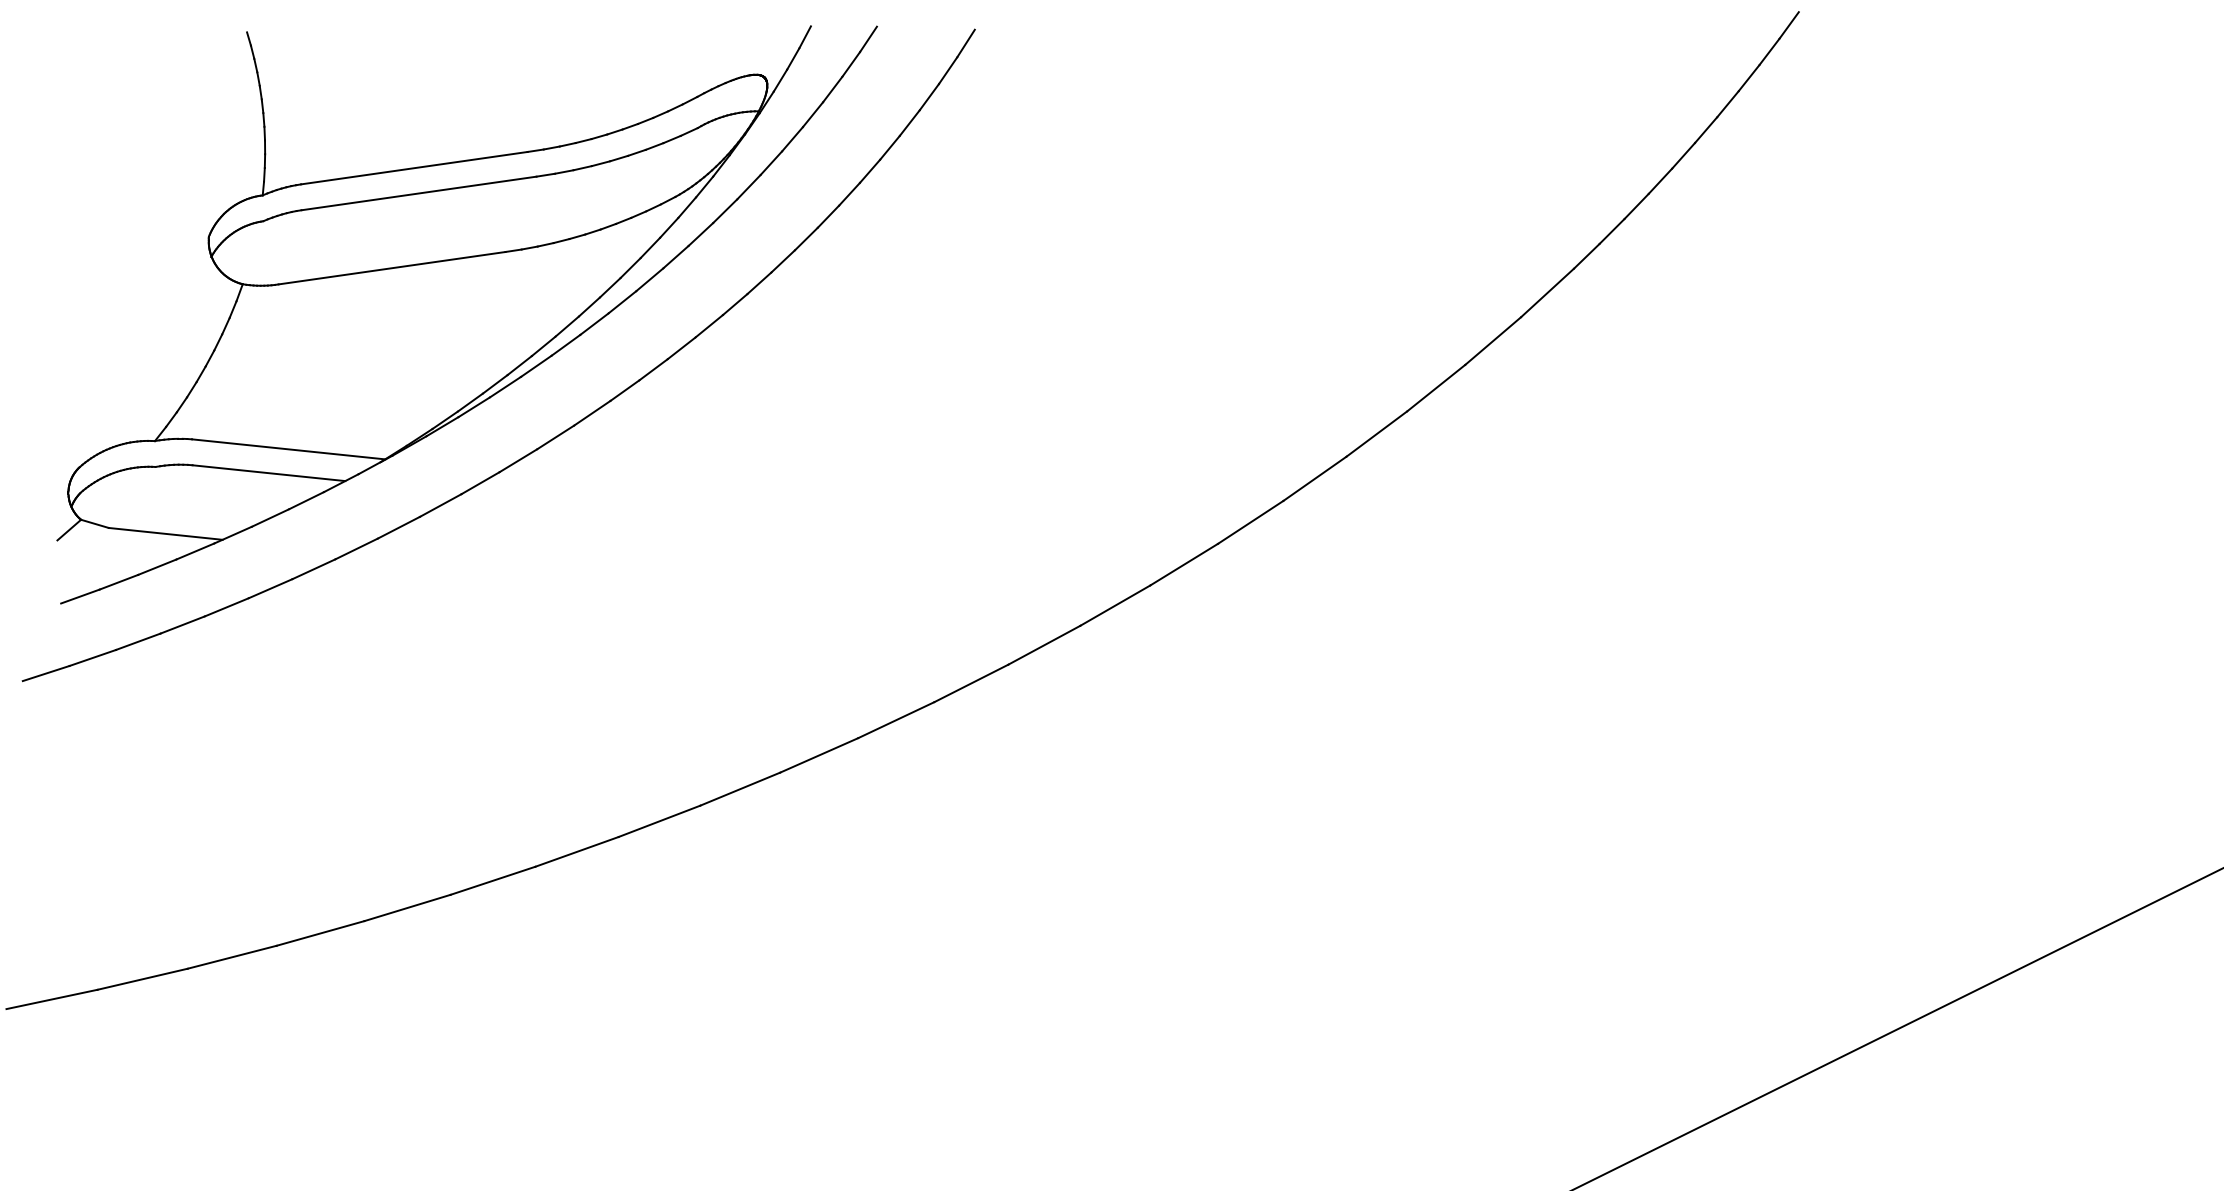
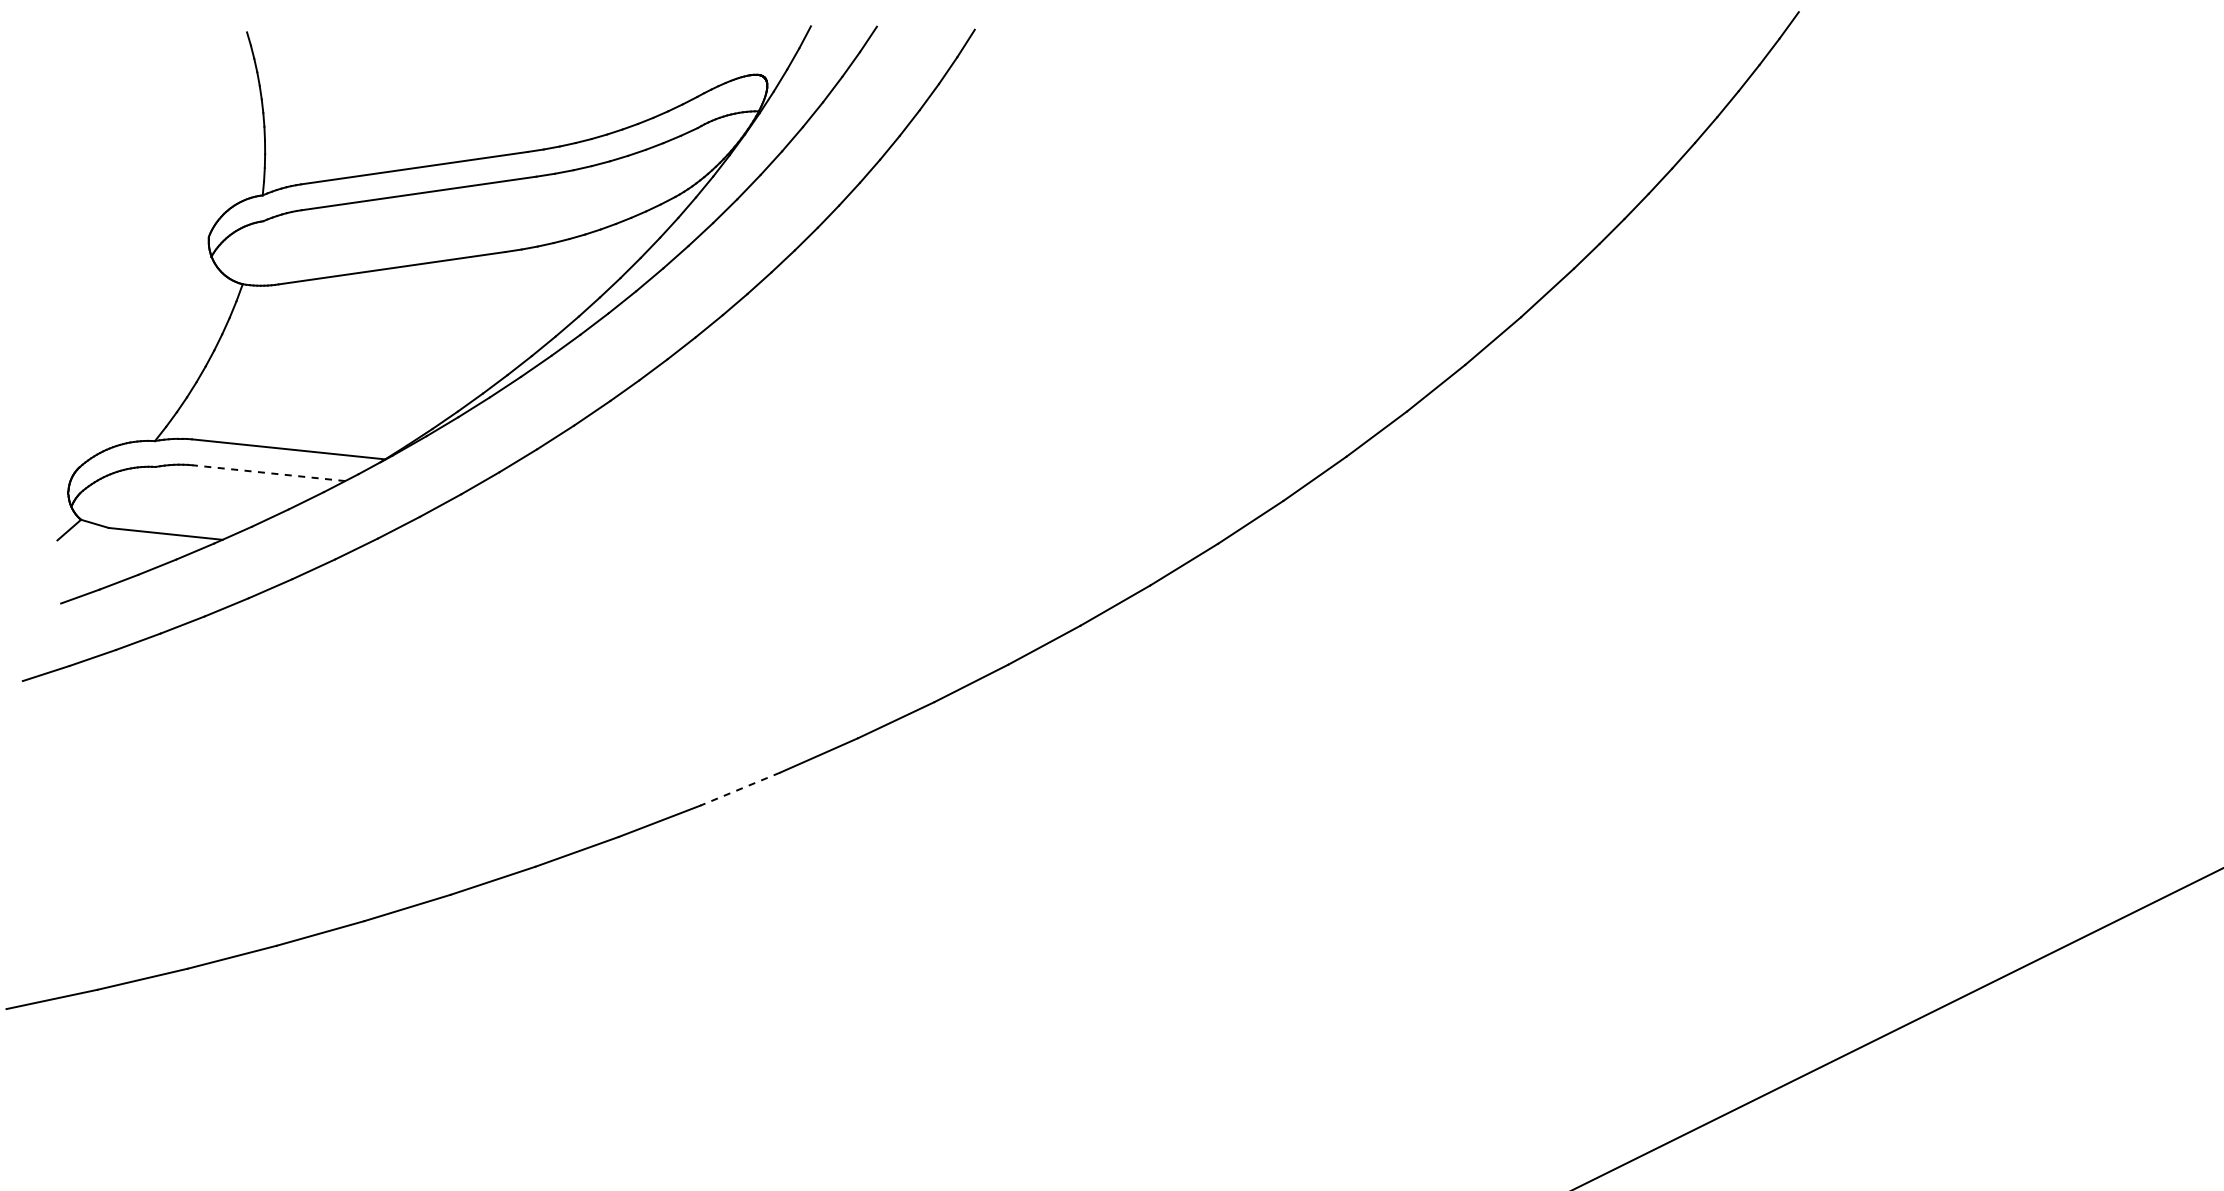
line at (268, 473): solid -> dashed
line at (739, 789): solid -> dashed
